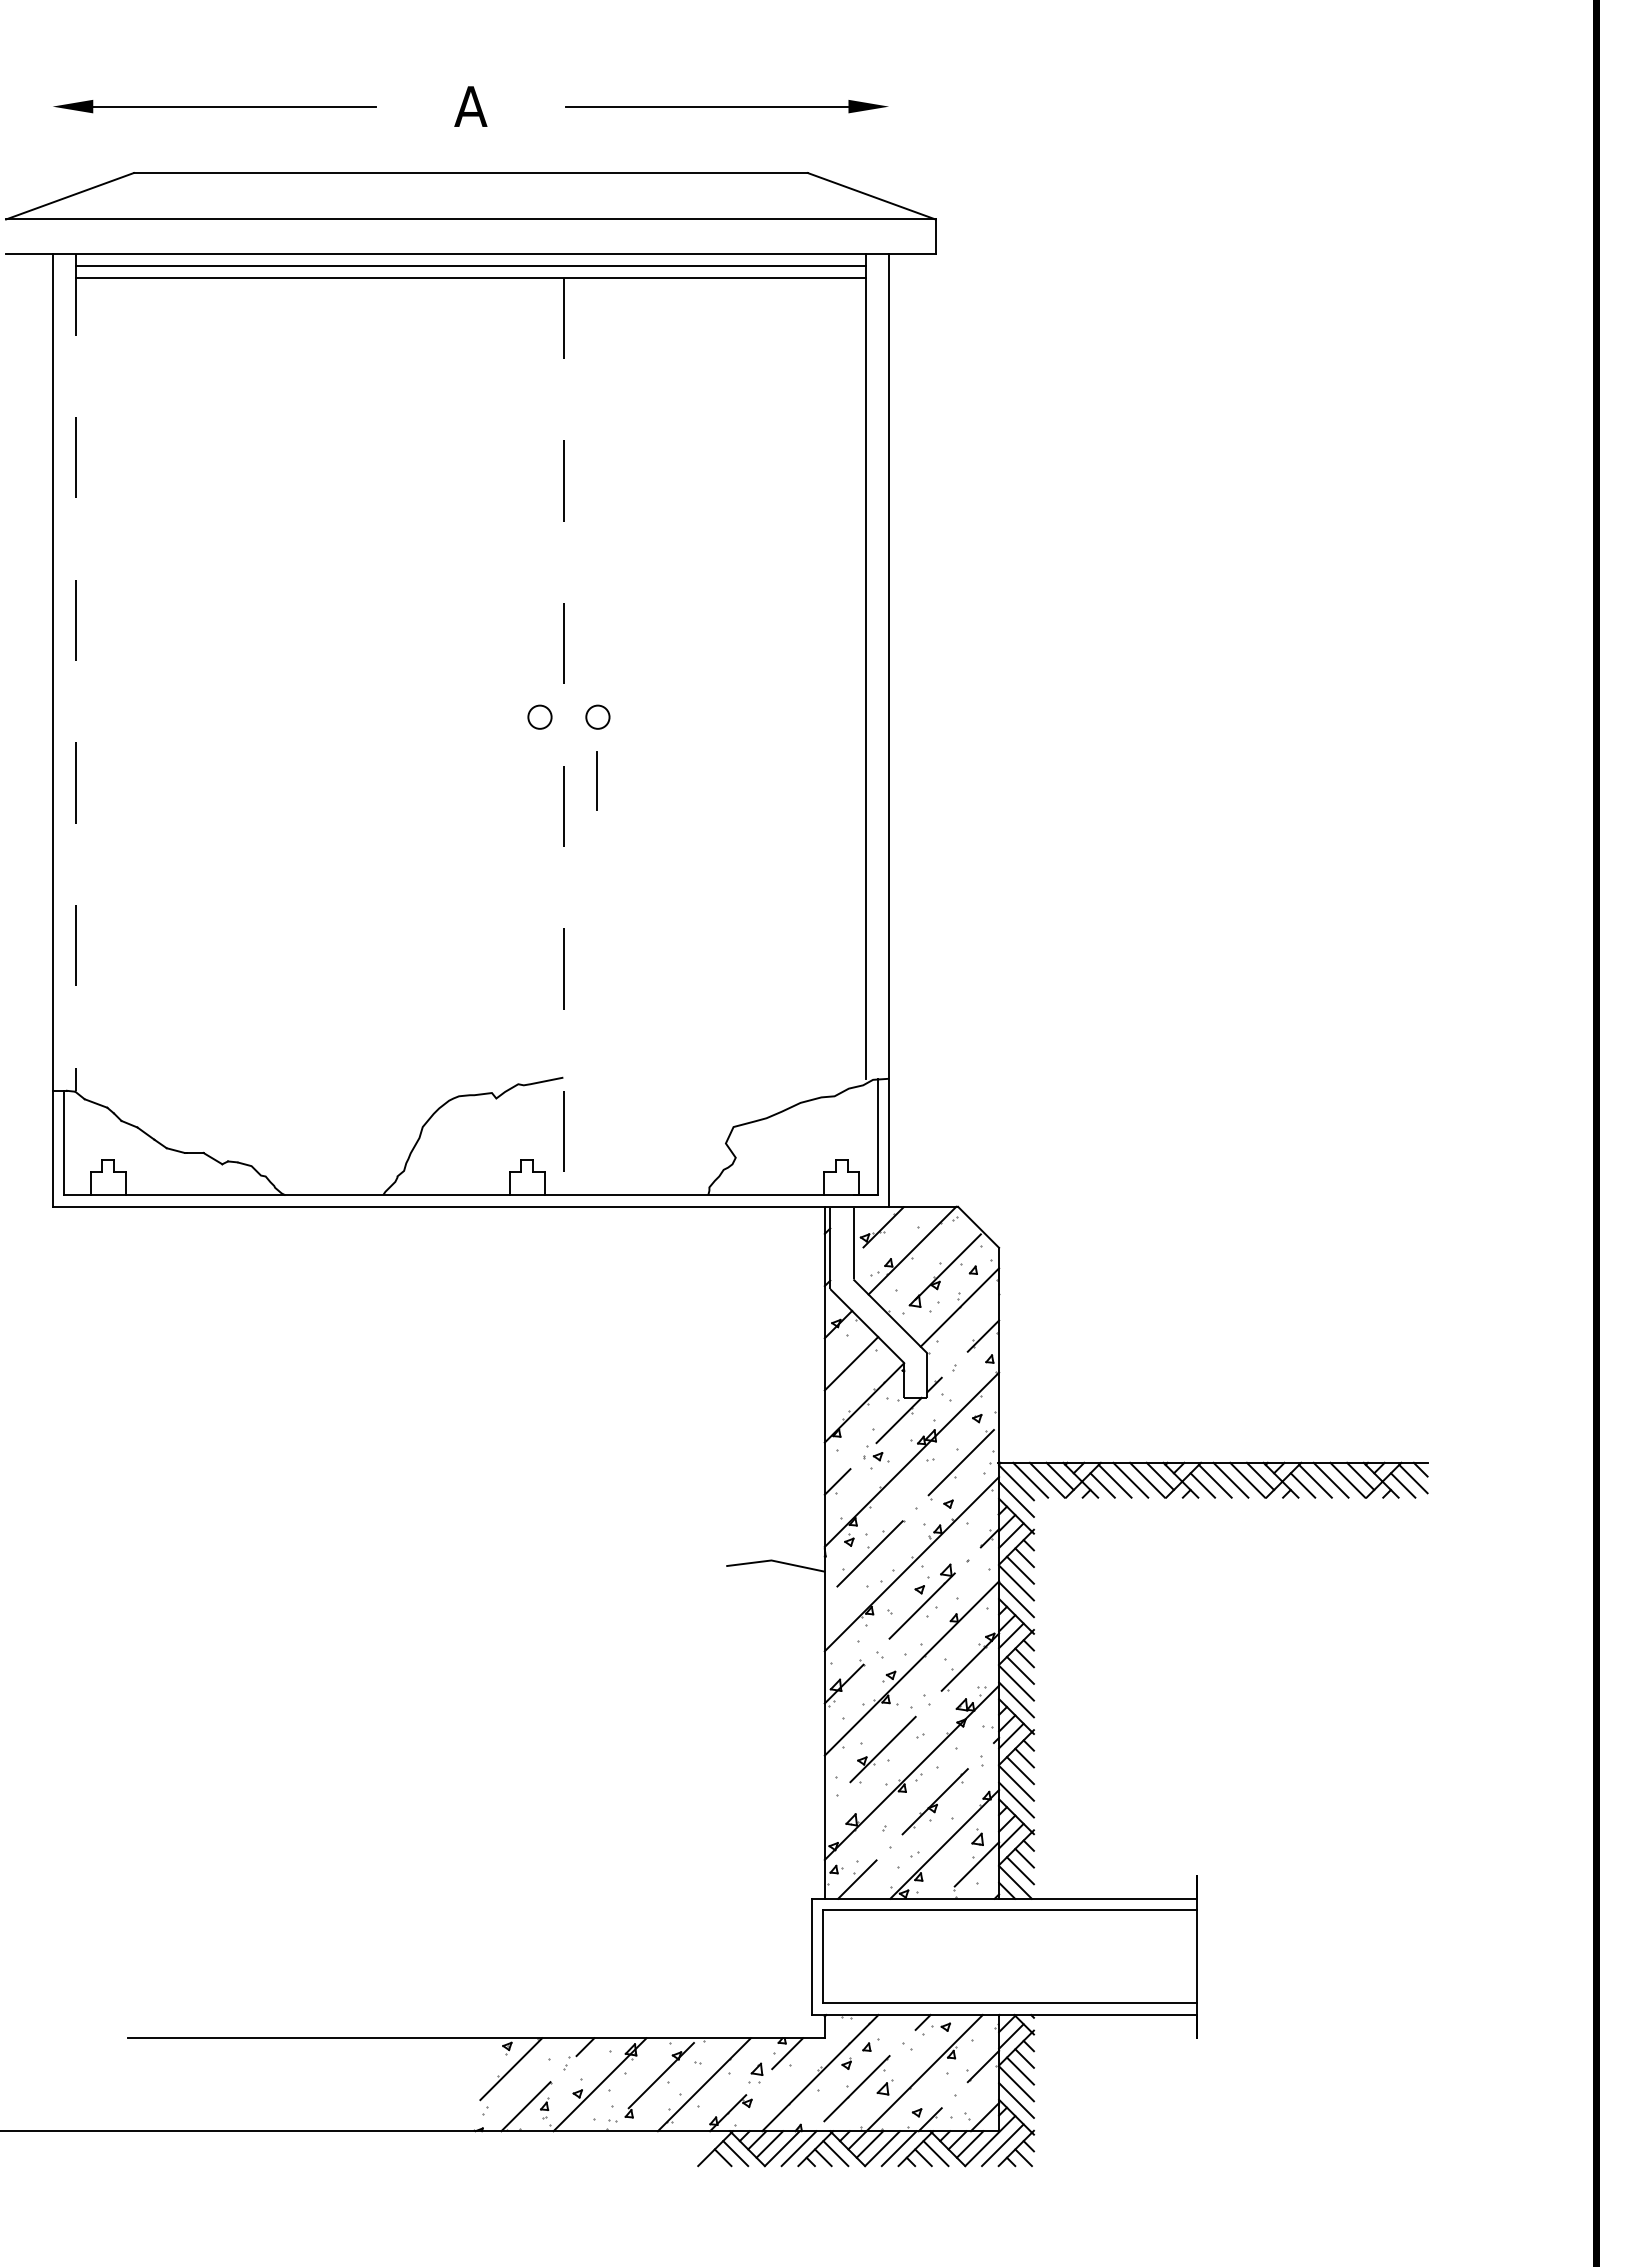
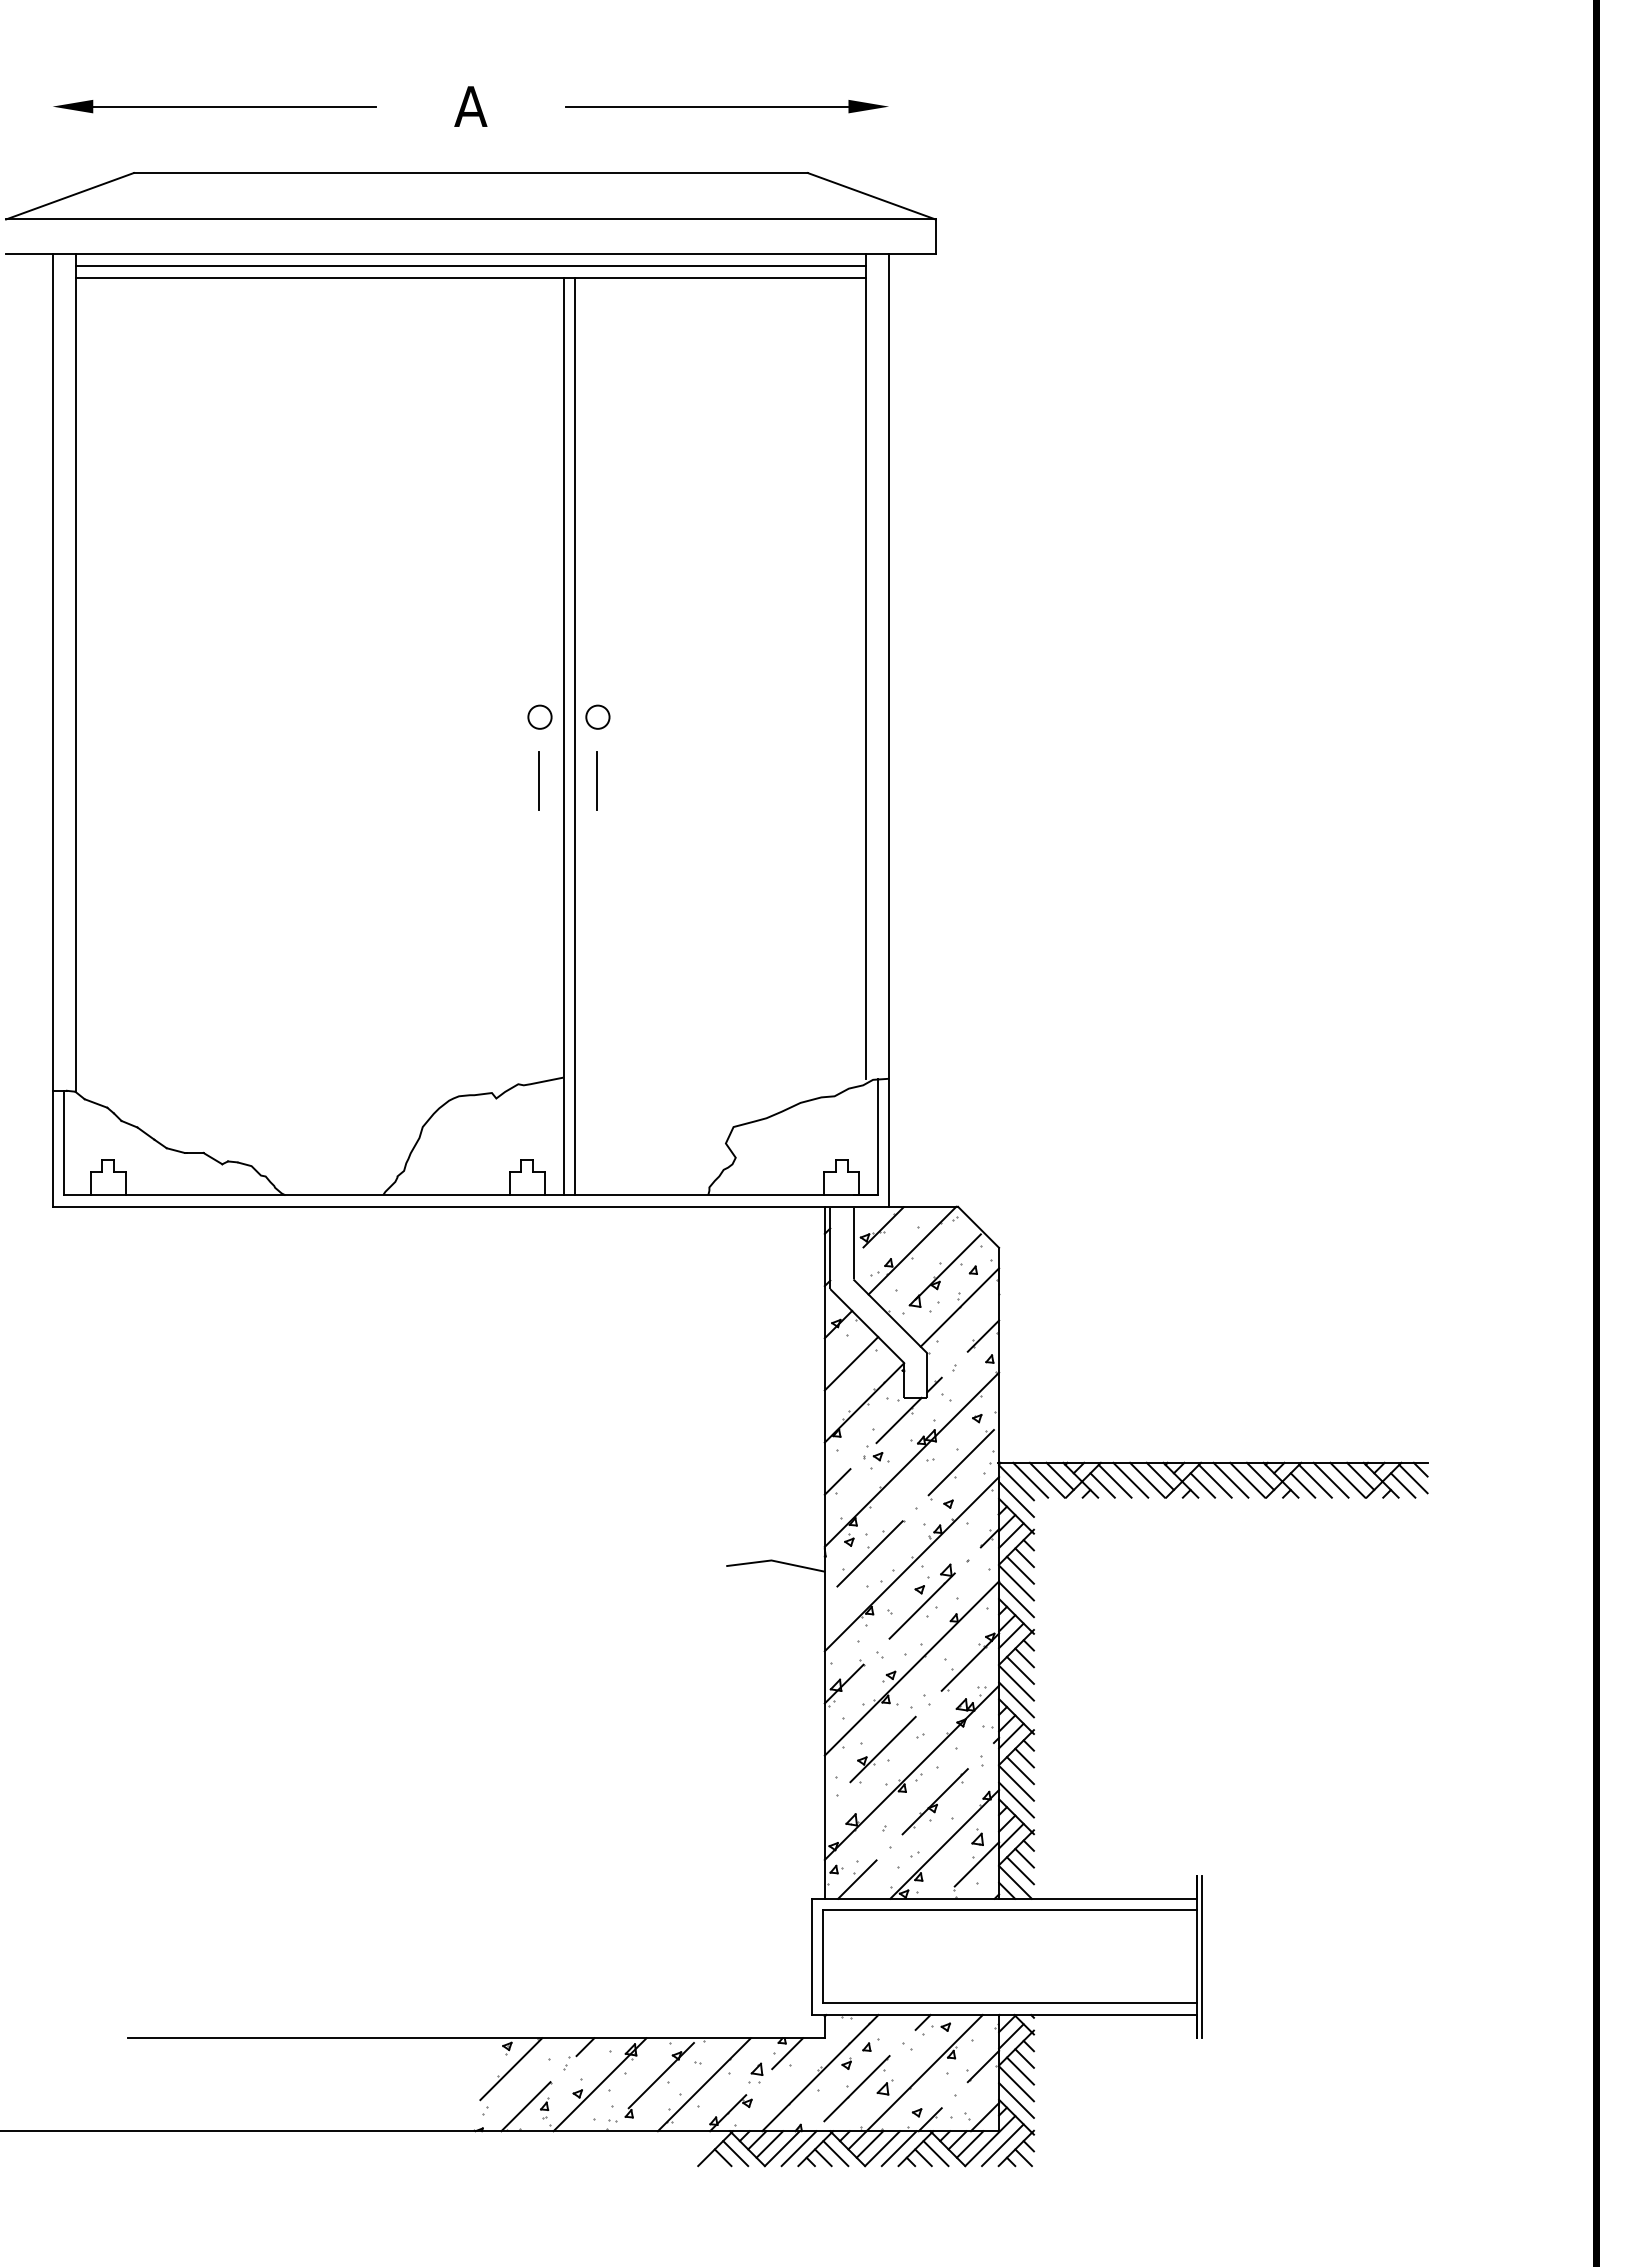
line at (75, 673): dashed -> solid
line at (563, 736): dashed -> solid
line at (575, 736): none -> present
line at (538, 781): none -> present
line at (1202, 1956): none -> present
